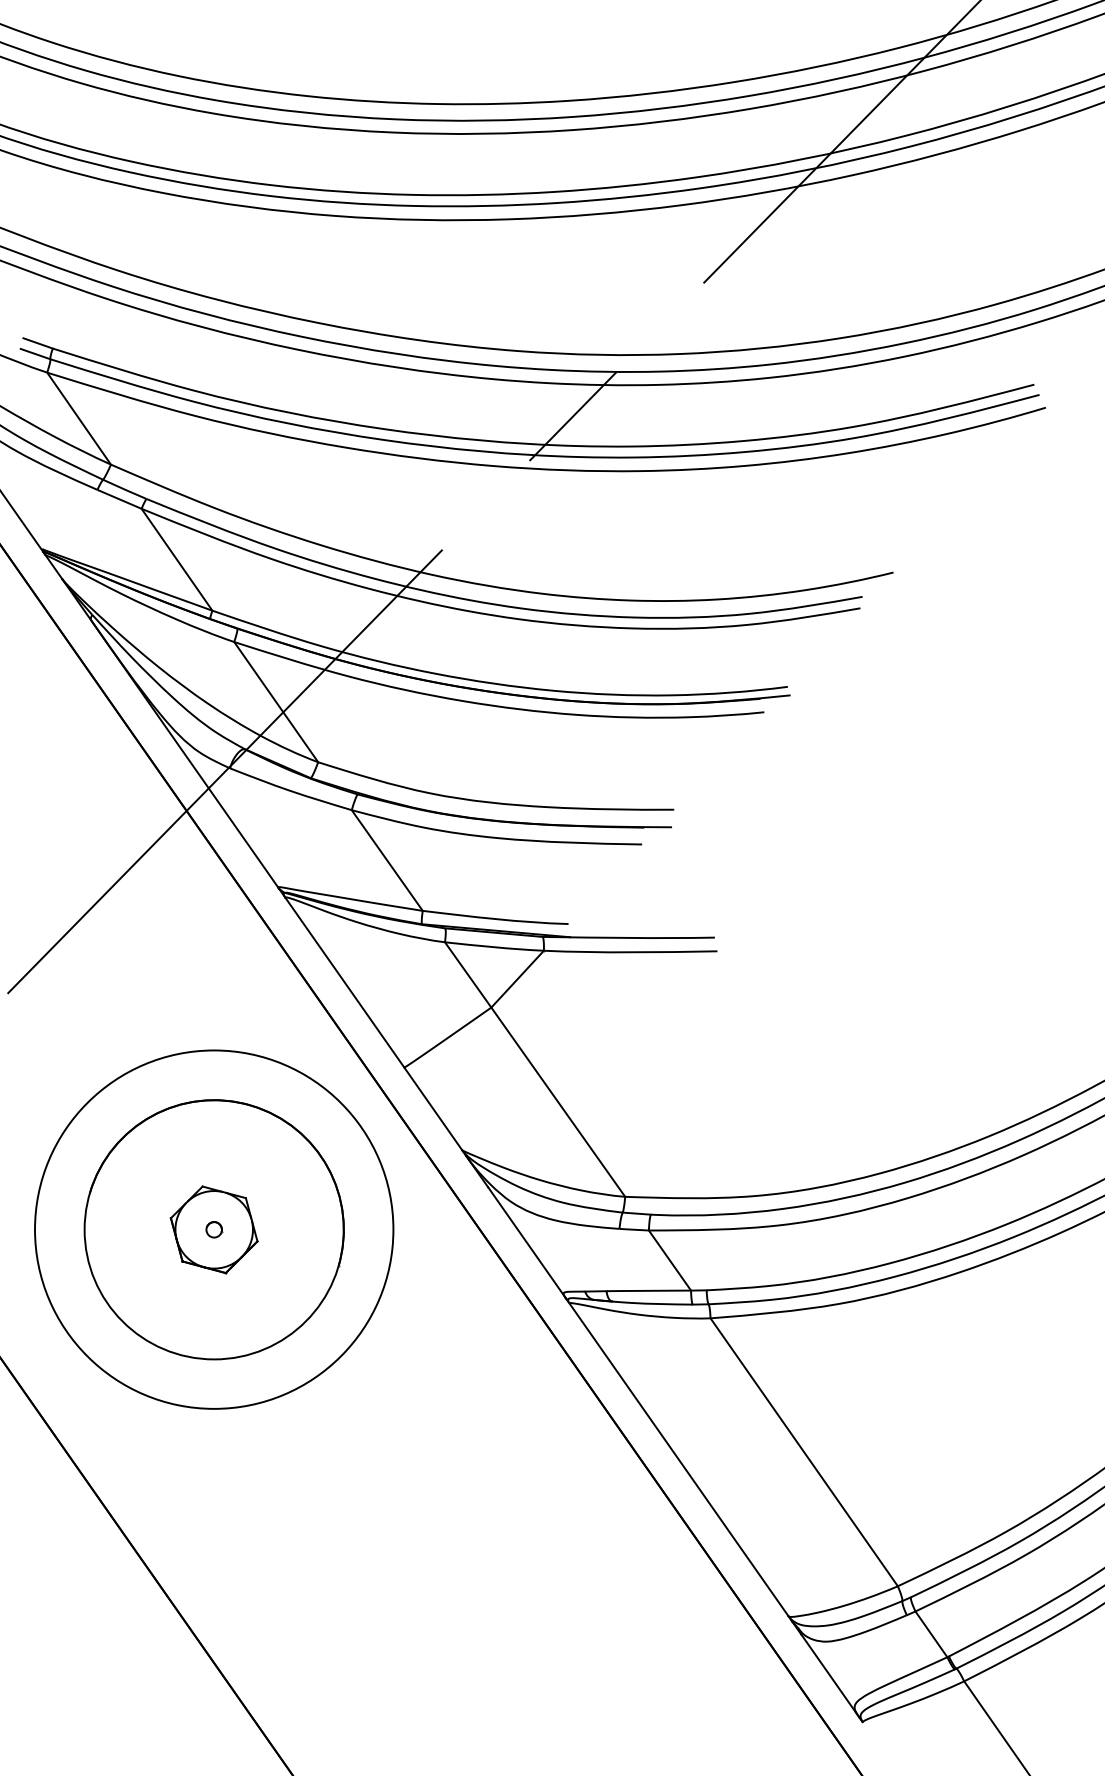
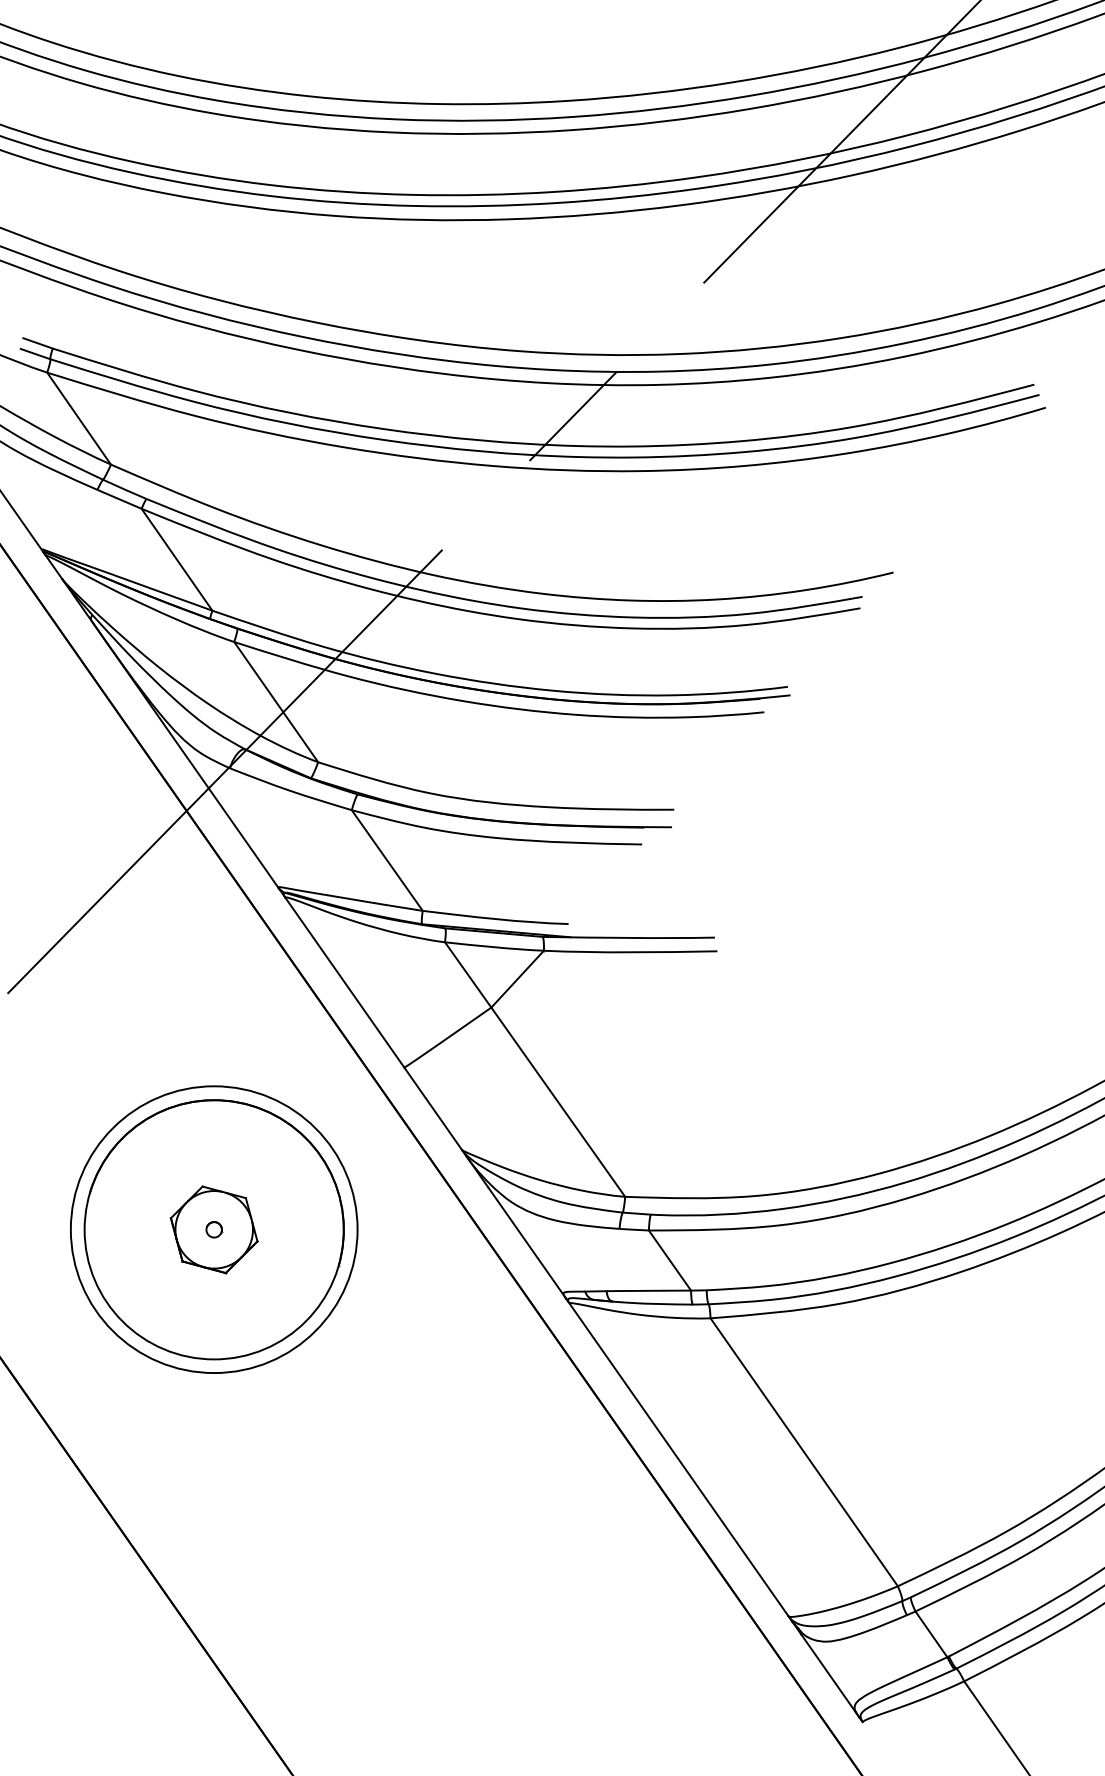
circle at (214, 1229) diameter: 358 px -> 287 px
